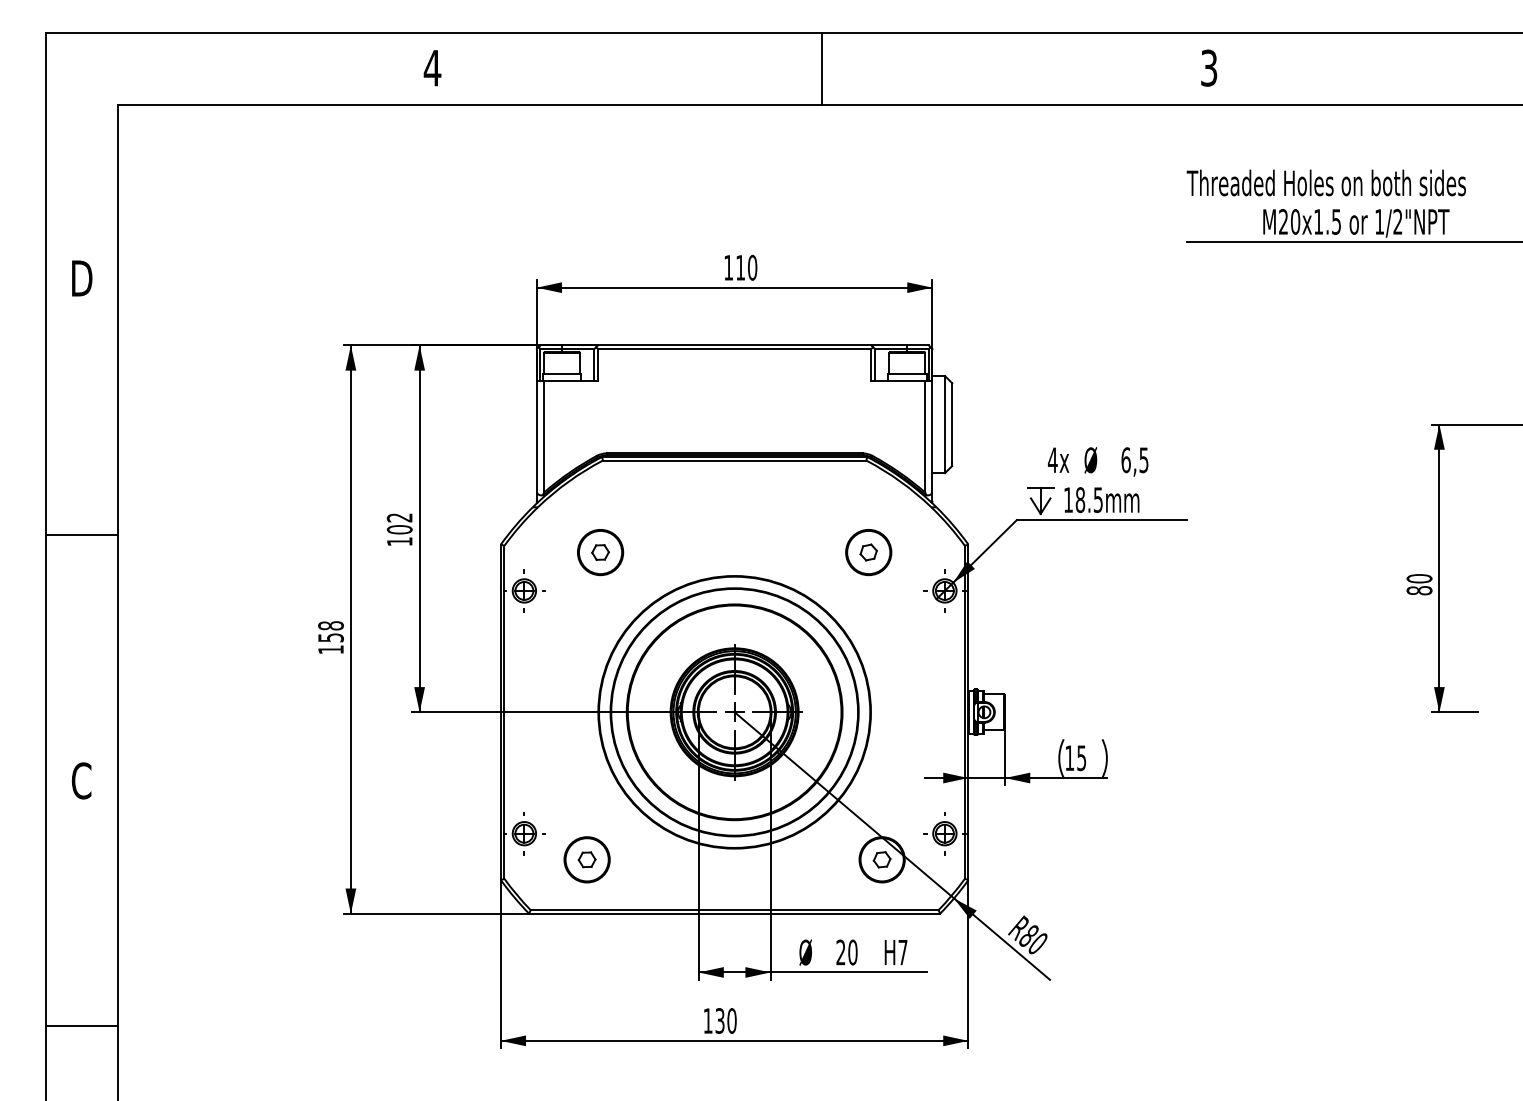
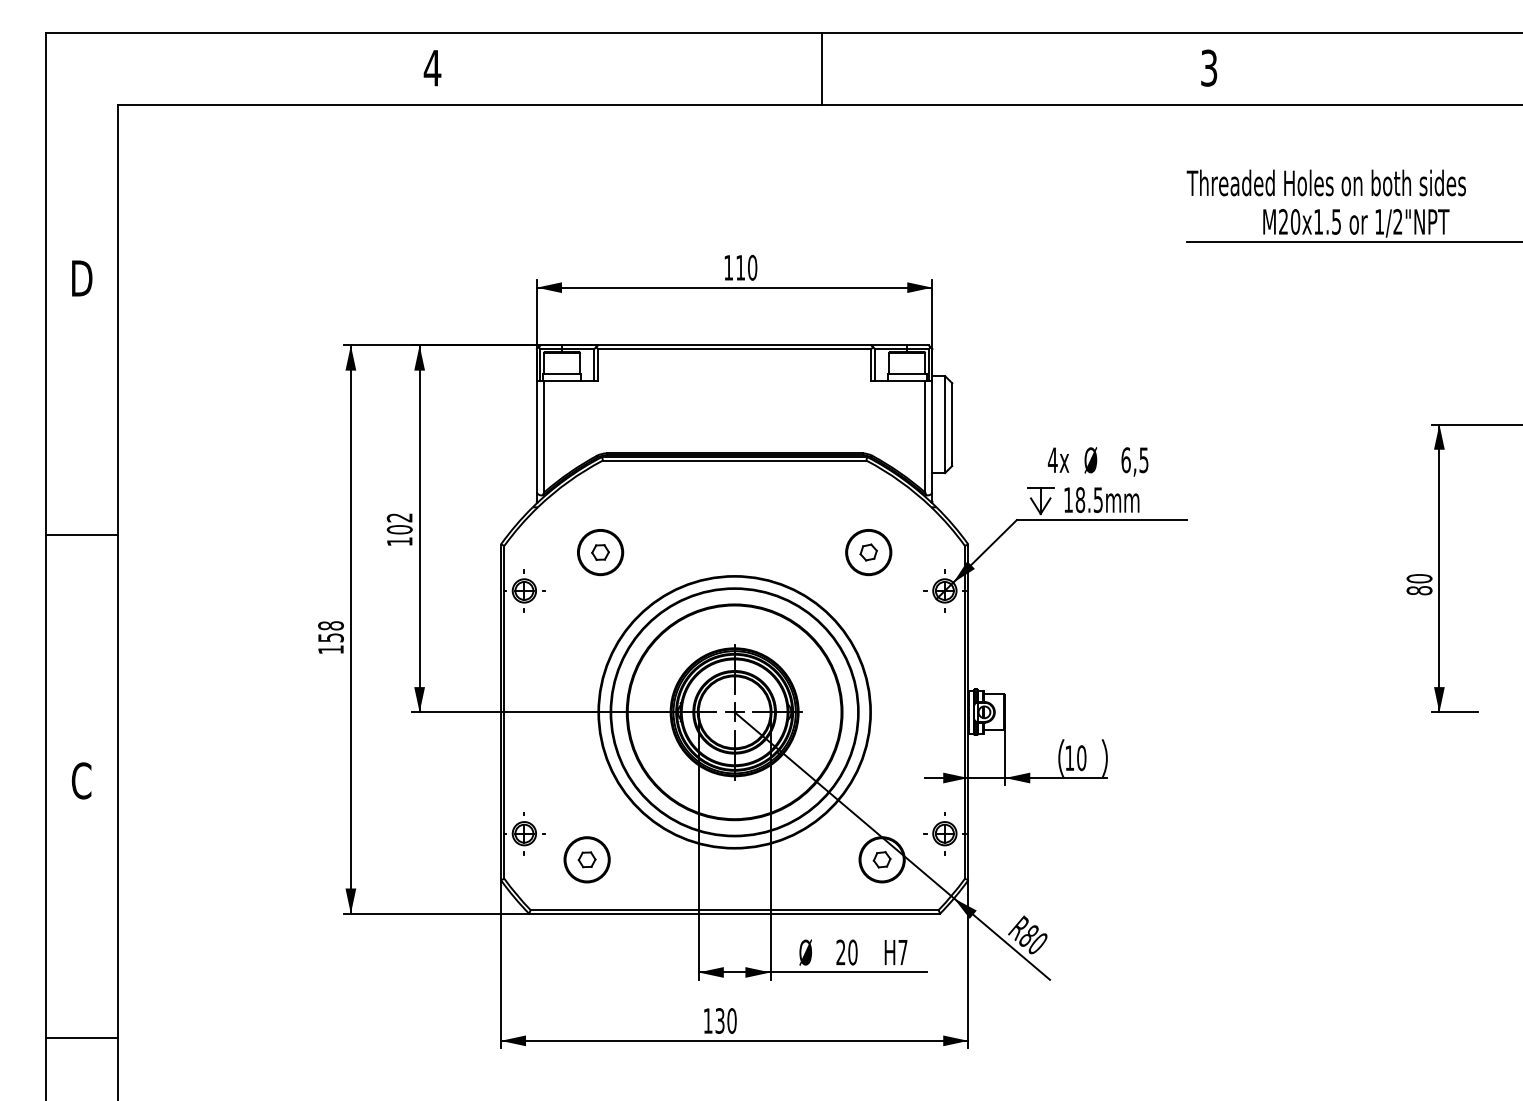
text at (1081, 758): 15 -> 10
line at (81, 1025) position: (81, 1025) -> (81, 1037)
